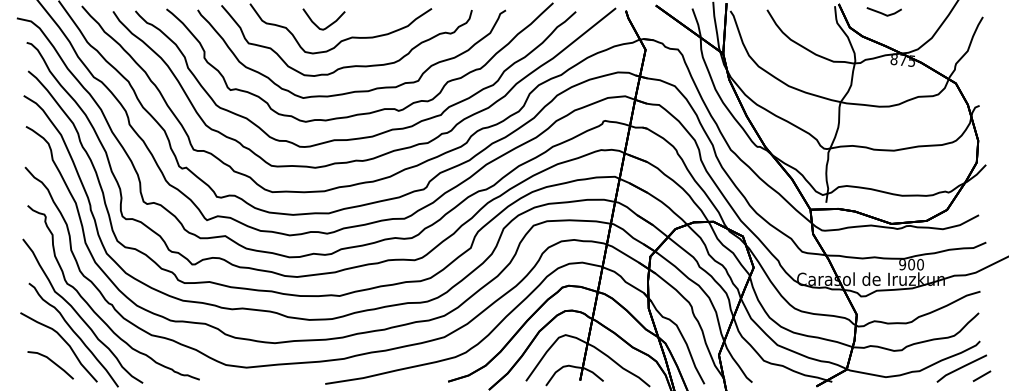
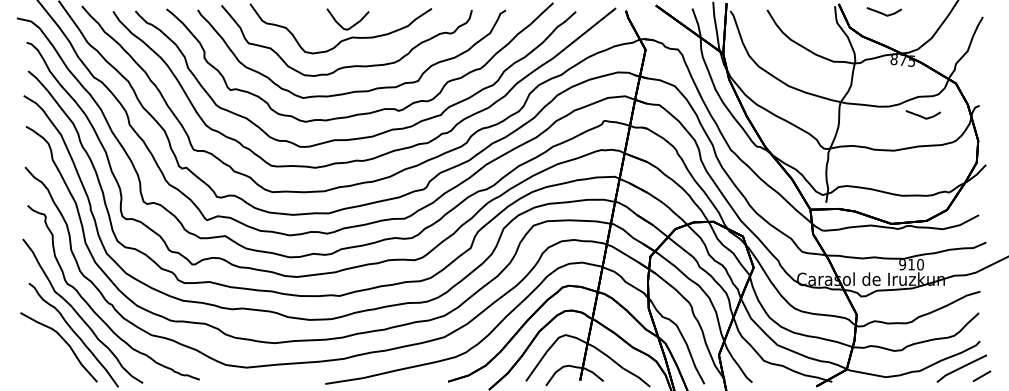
curve at (326, 26) position: (326, 26) -> (350, 26)
line at (921, 115): none -> present
text at (911, 264): 900 -> 910
line at (52, 362): present -> none
